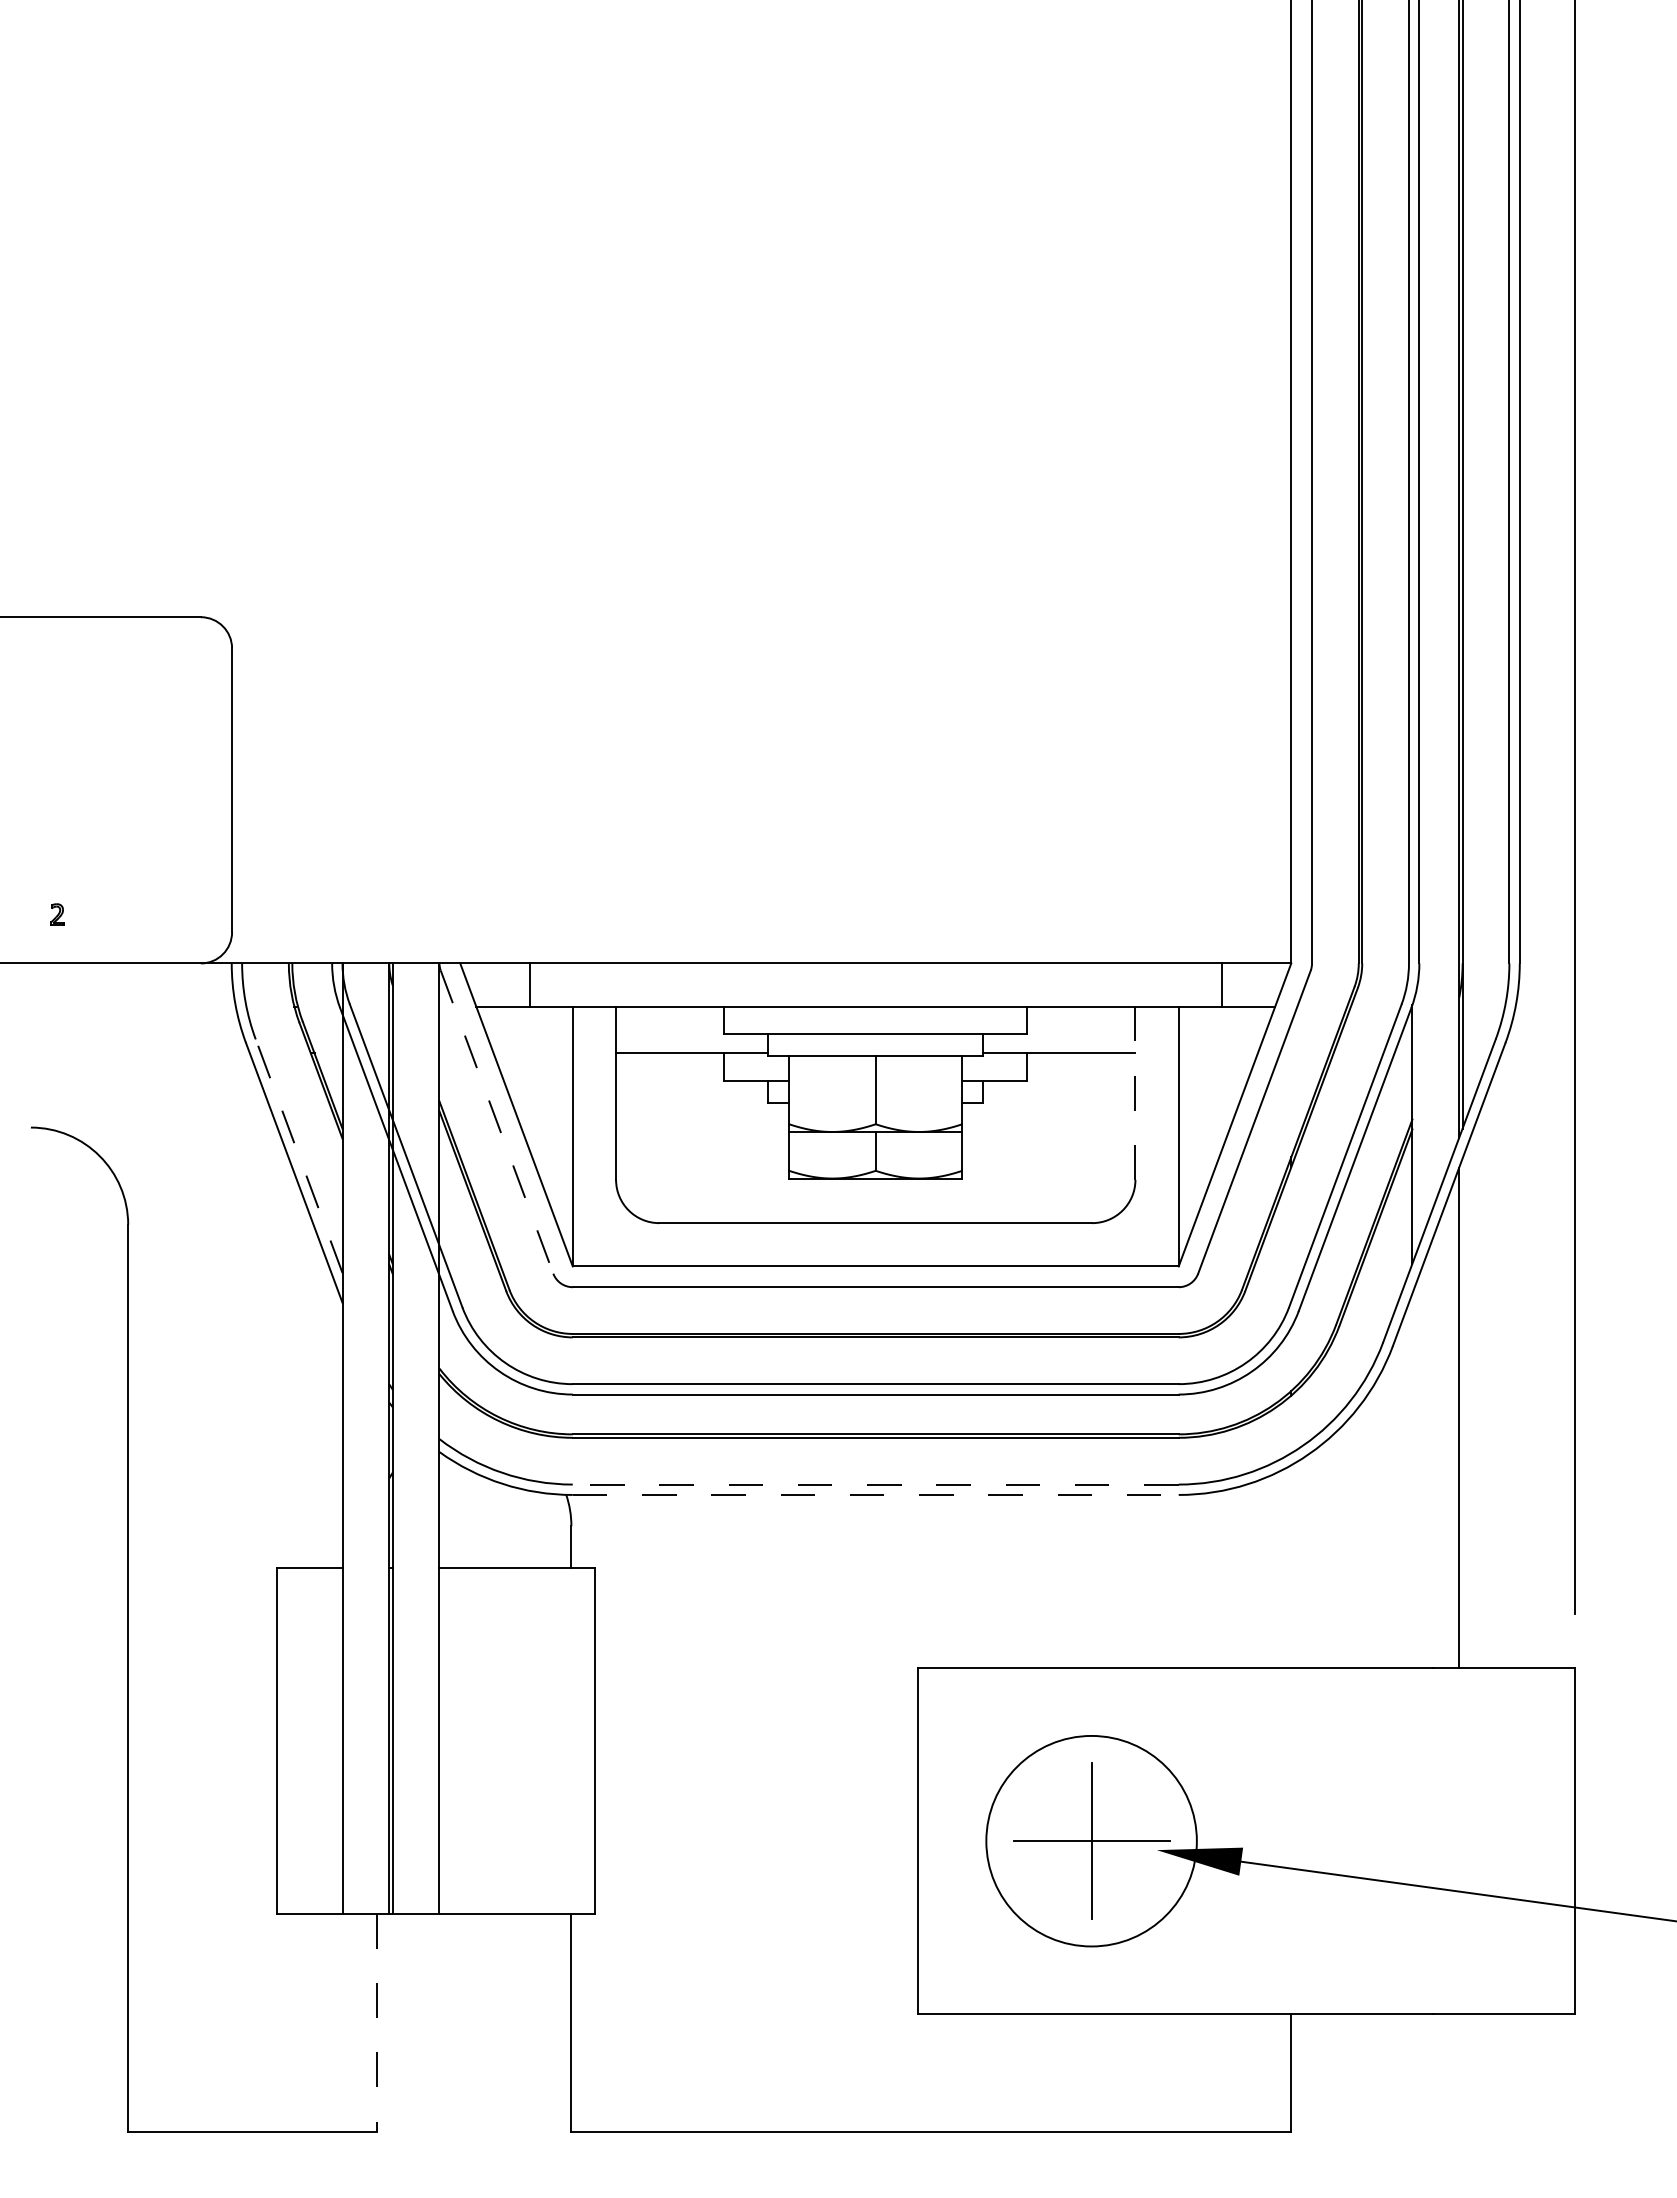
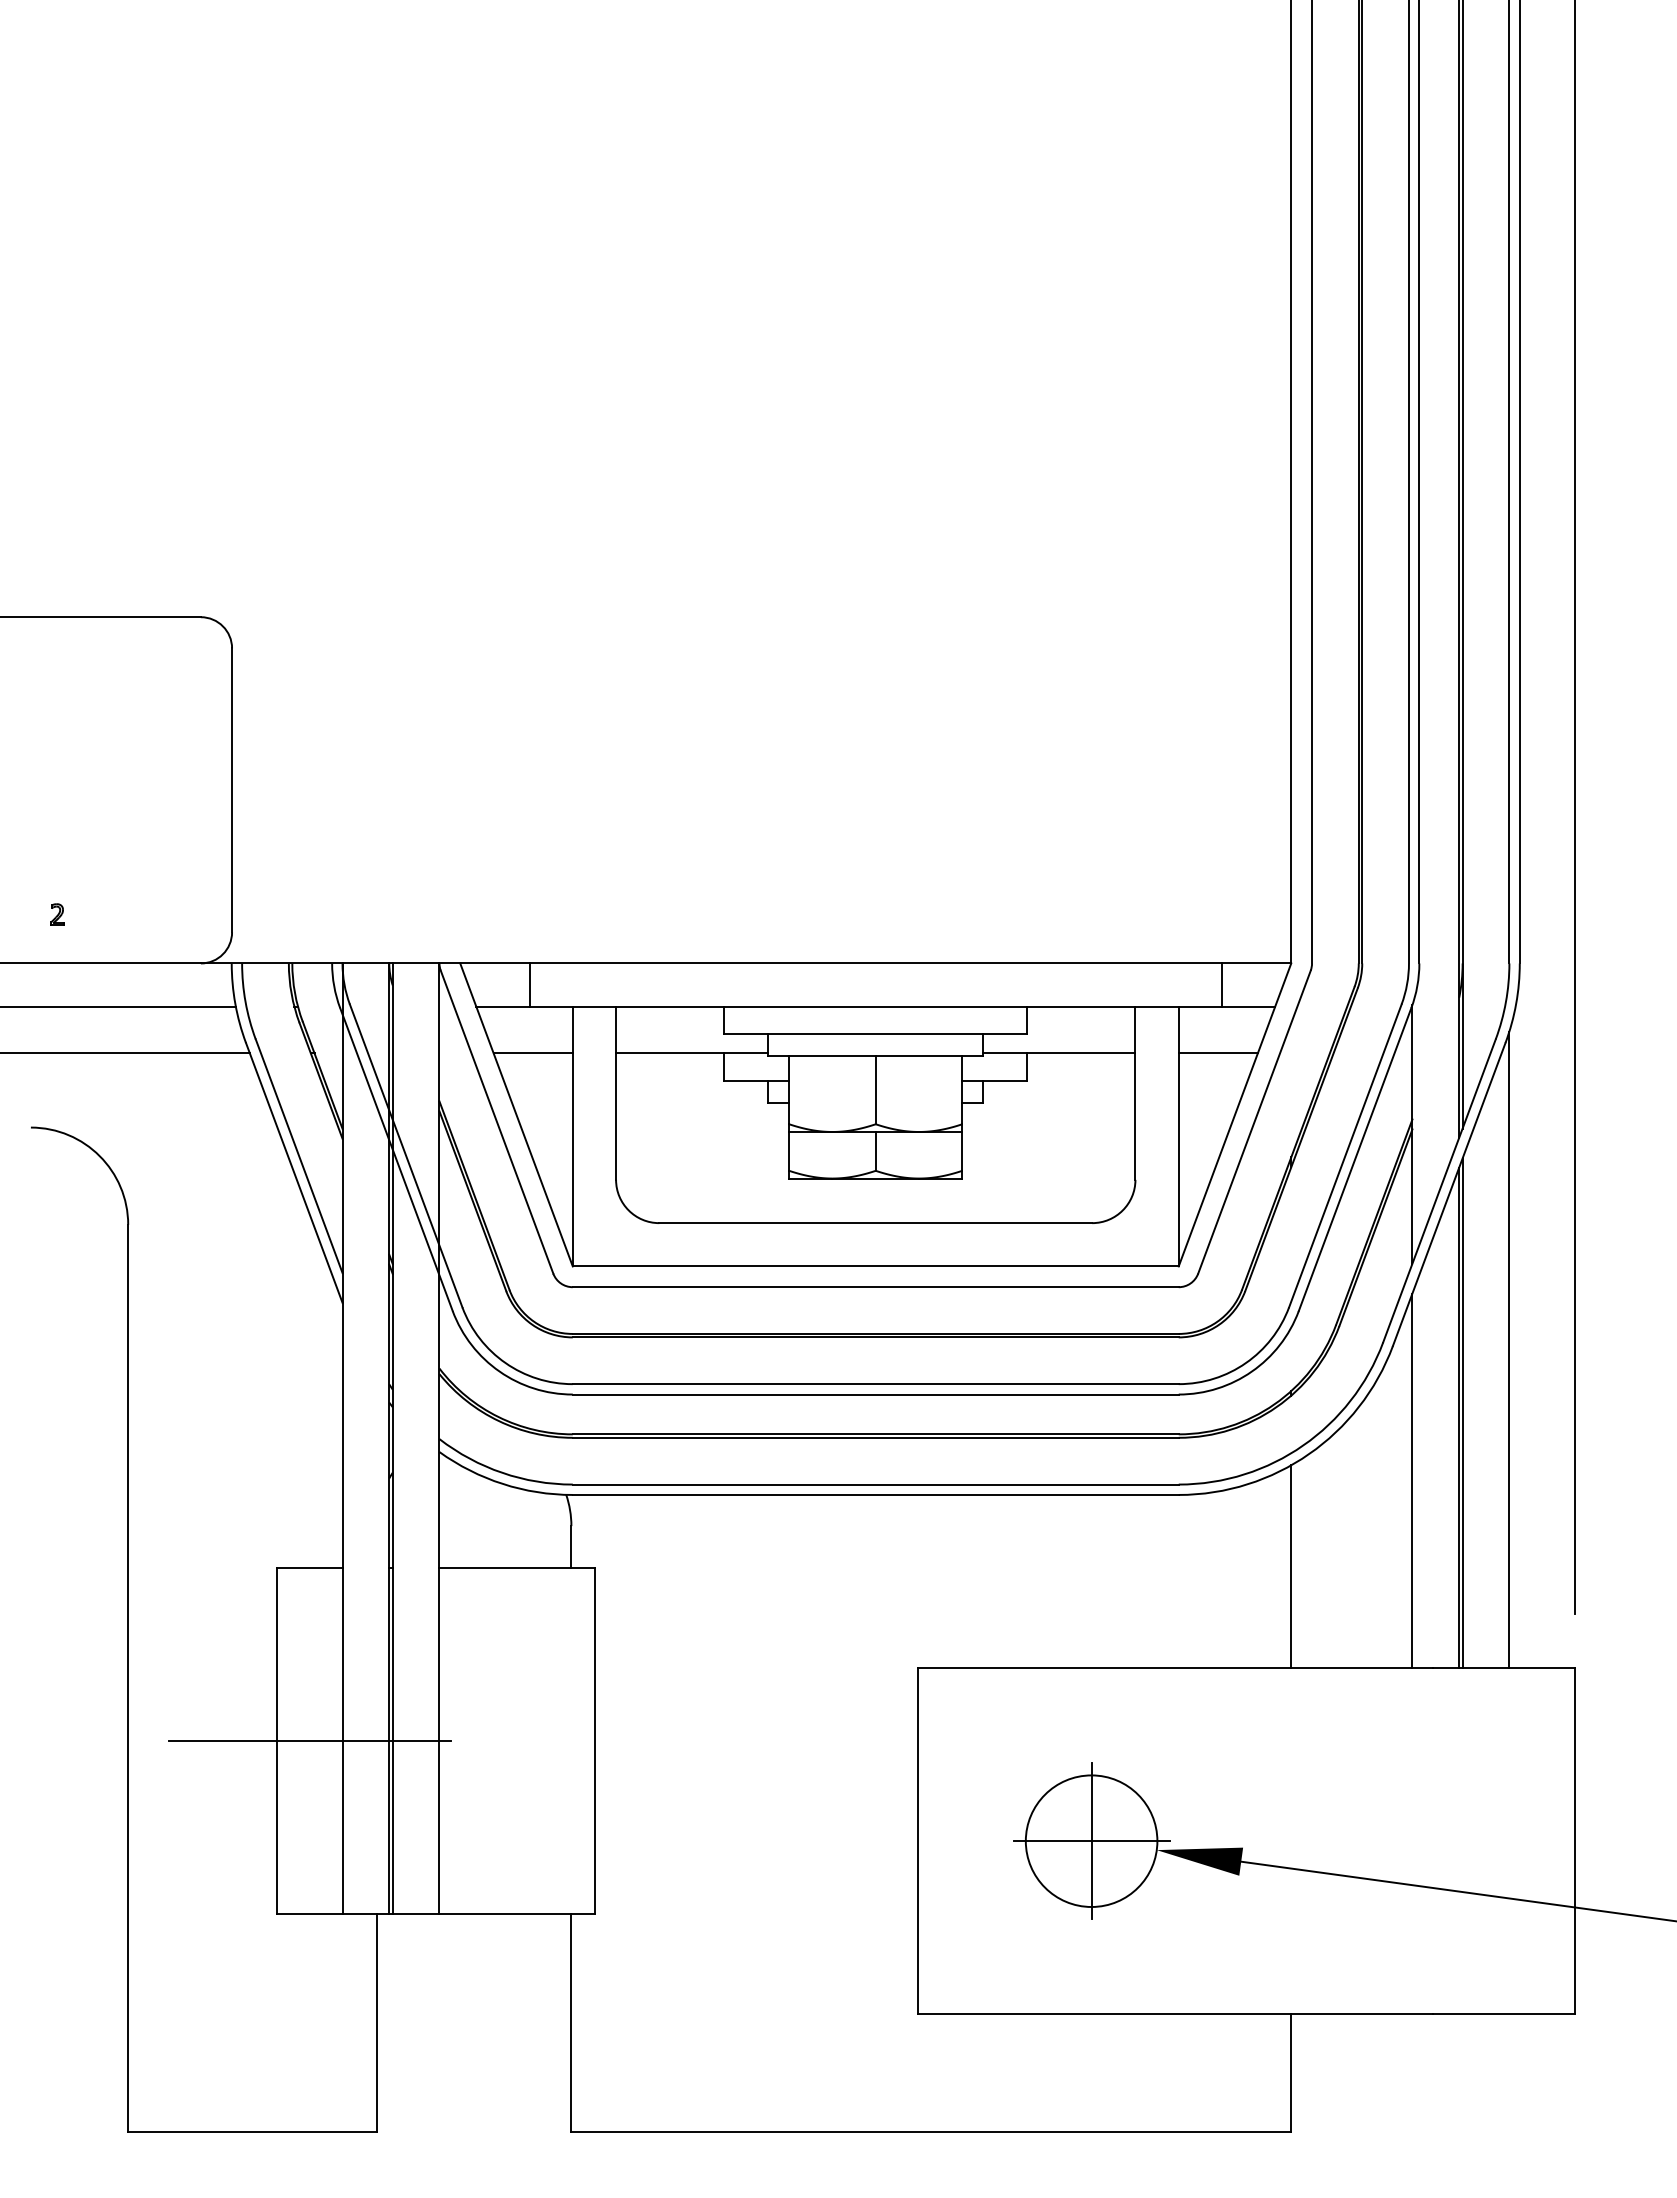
line at (118, 1006): none -> present
line at (125, 1053): none -> present
line at (532, 1053): none -> present
line at (1217, 1053): none -> present
line at (1135, 1093): dashed -> solid
line at (497, 1122): dashed -> solid
line at (299, 1156): dashed -> solid
line at (1509, 1349): none -> present
line at (1462, 1413): none -> present
line at (1412, 1480): none -> present
line at (875, 1484): dashed -> solid
line at (875, 1494): dashed -> solid
line at (1291, 1566): none -> present
line at (309, 1740): none -> present
circle at (1091, 1840) diameter: 211 px -> 132 px
line at (376, 2023): dashed -> solid
